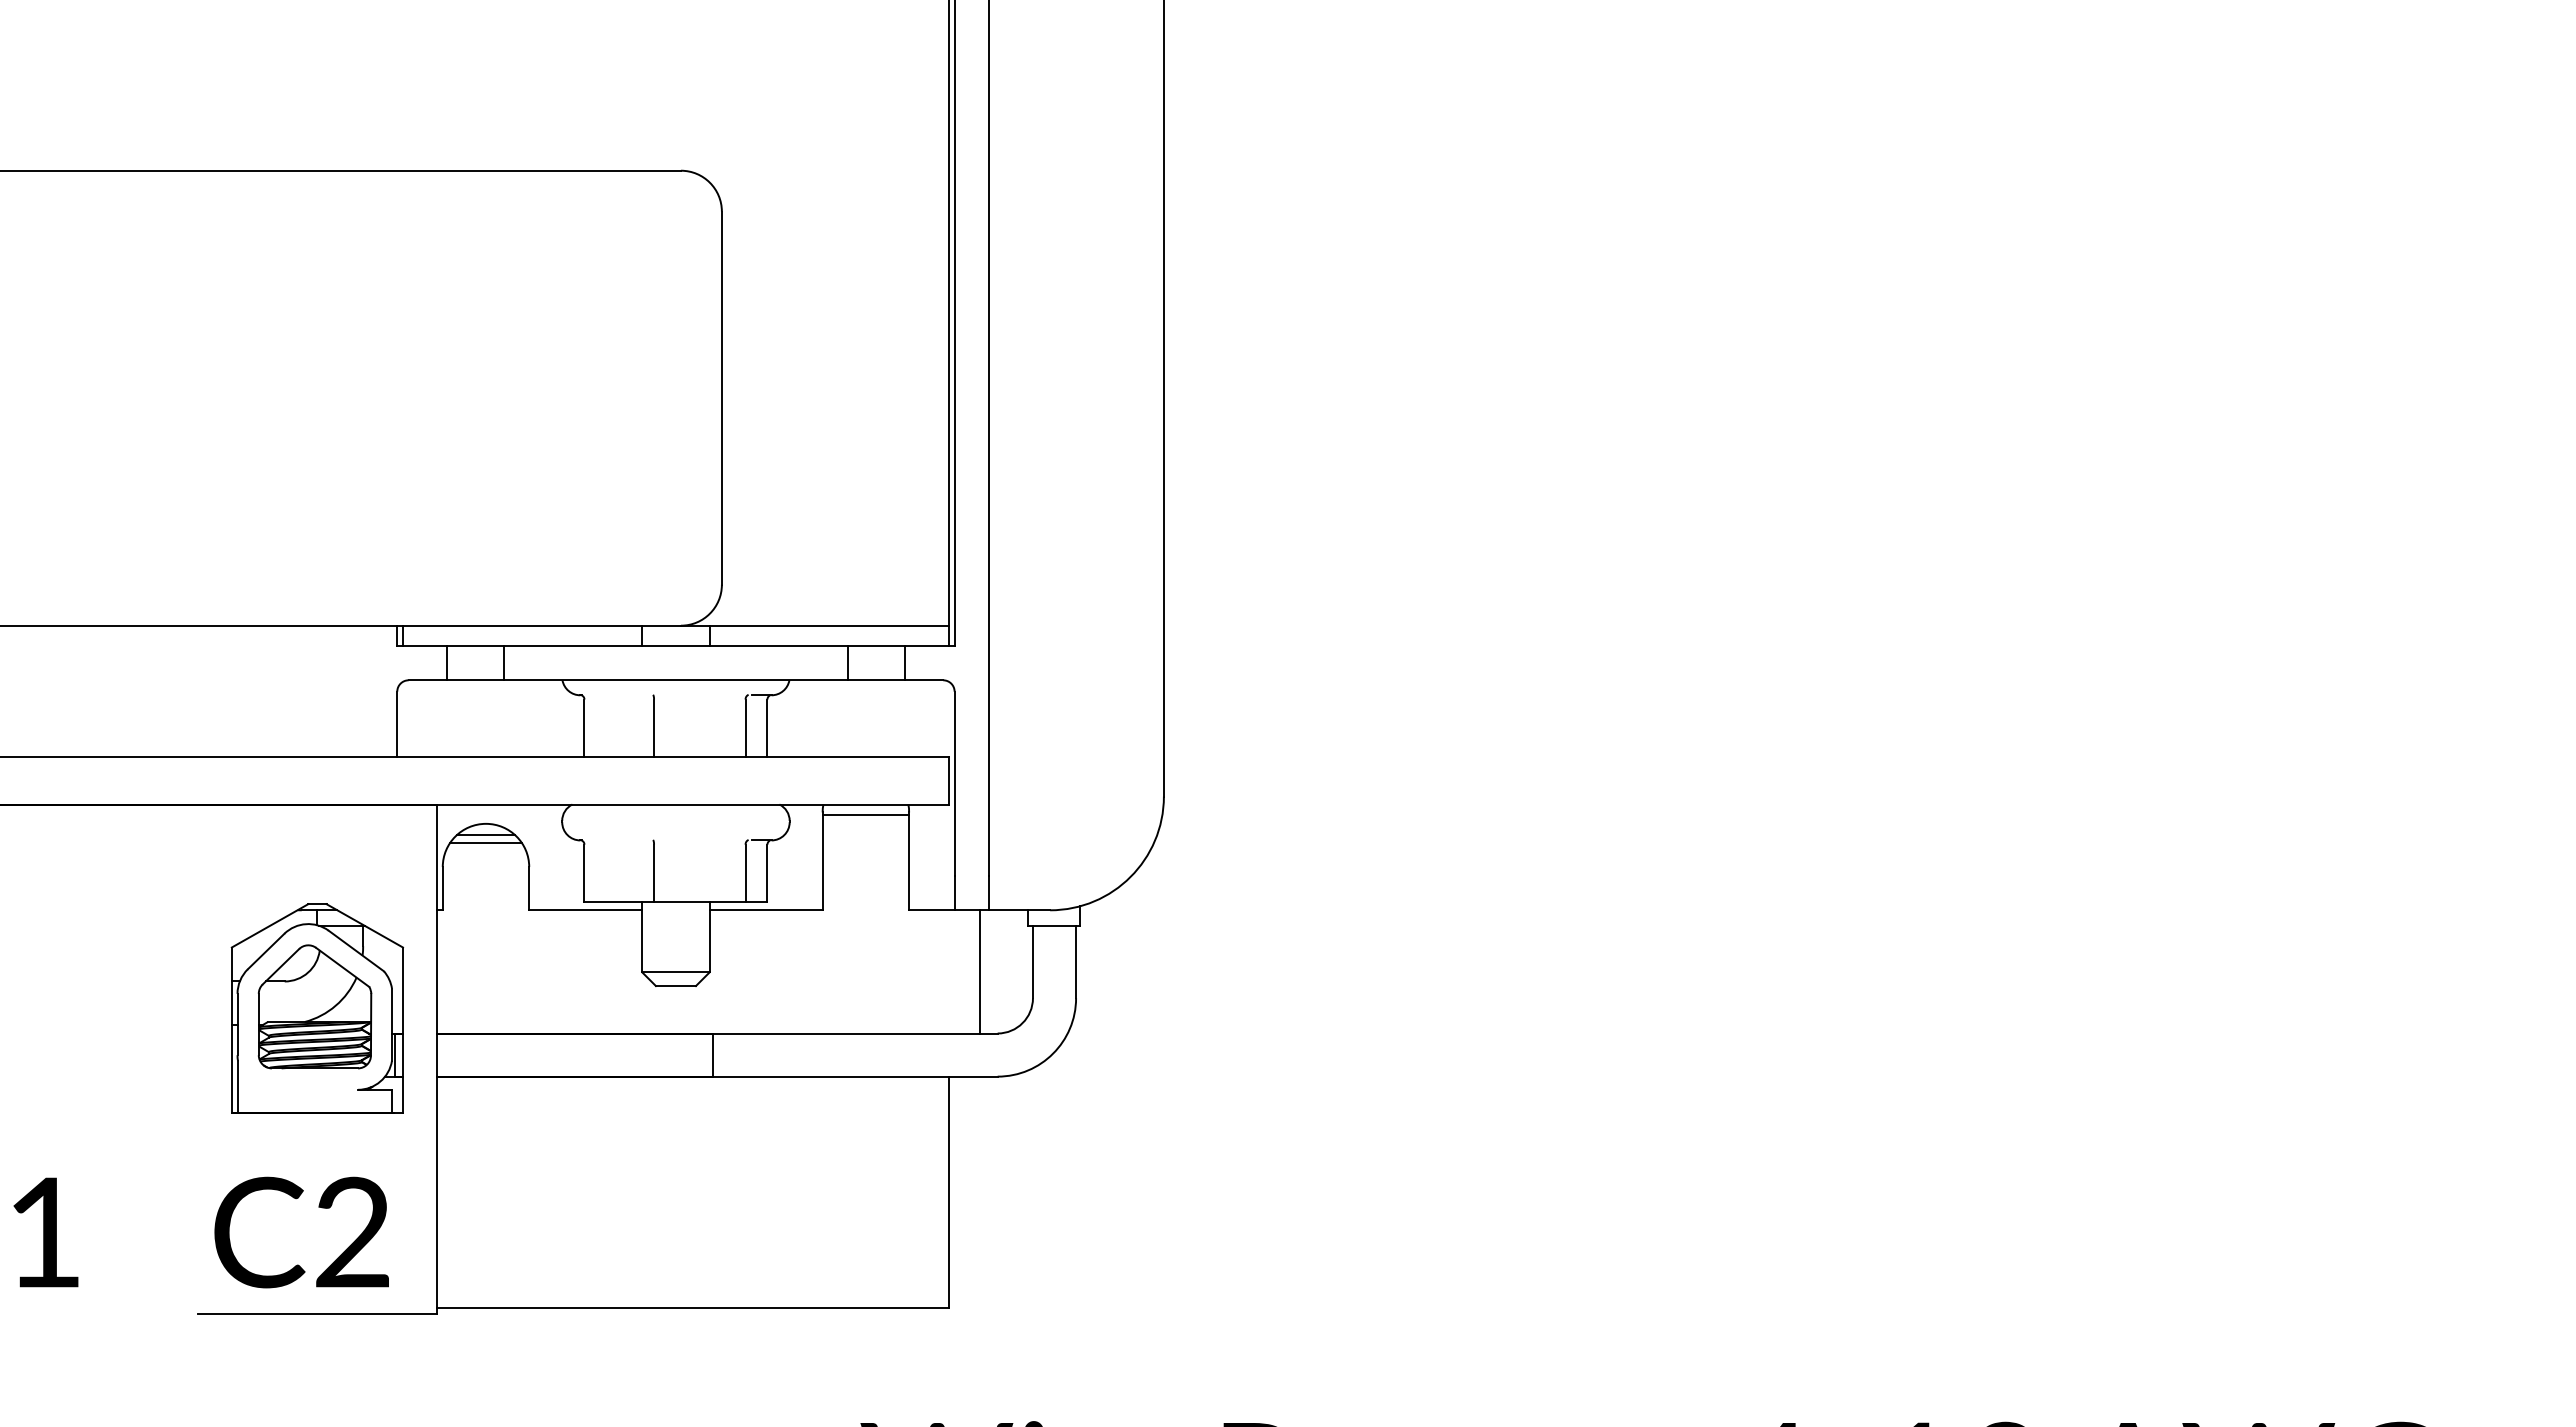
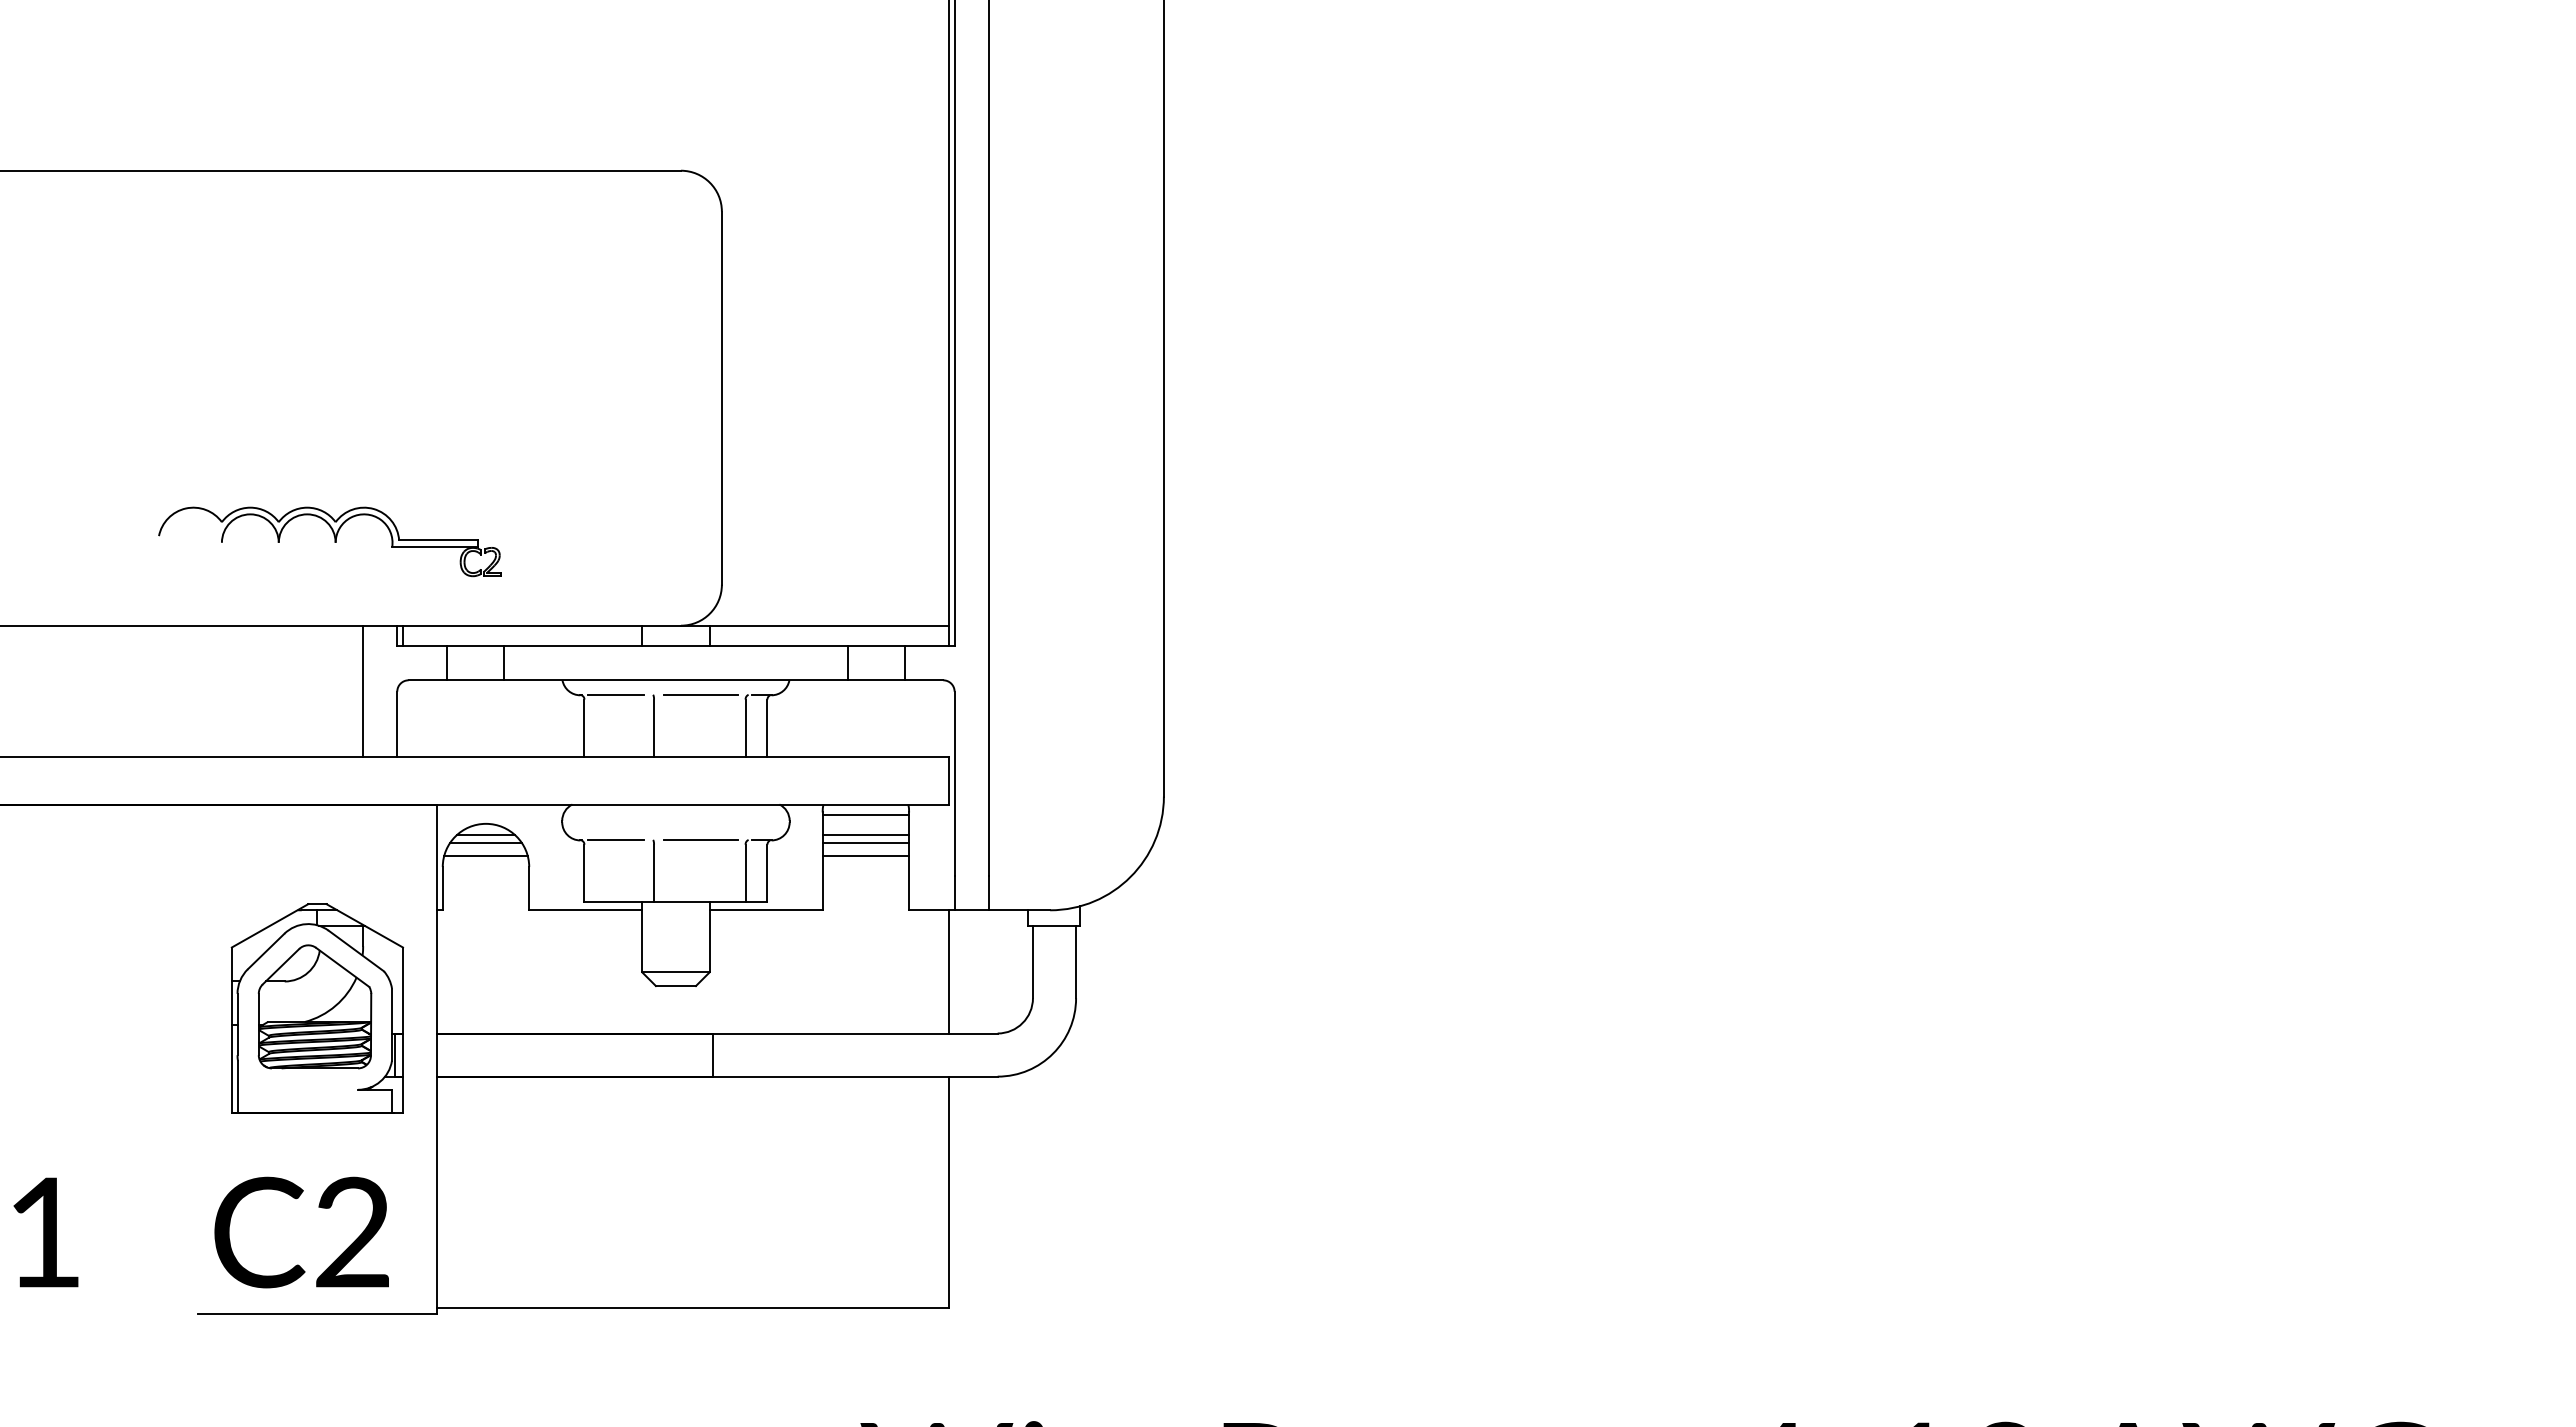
part at (329, 541): none -> present
line at (363, 691): none -> present
line at (615, 695): none -> present
line at (700, 695): none -> present
line at (865, 834): none -> present
line at (615, 840): none -> present
line at (700, 840): none -> present
line at (865, 843): none -> present
line at (485, 855): none -> present
line at (865, 855): none -> present
line at (979, 971) position: (979, 971) -> (948, 971)
